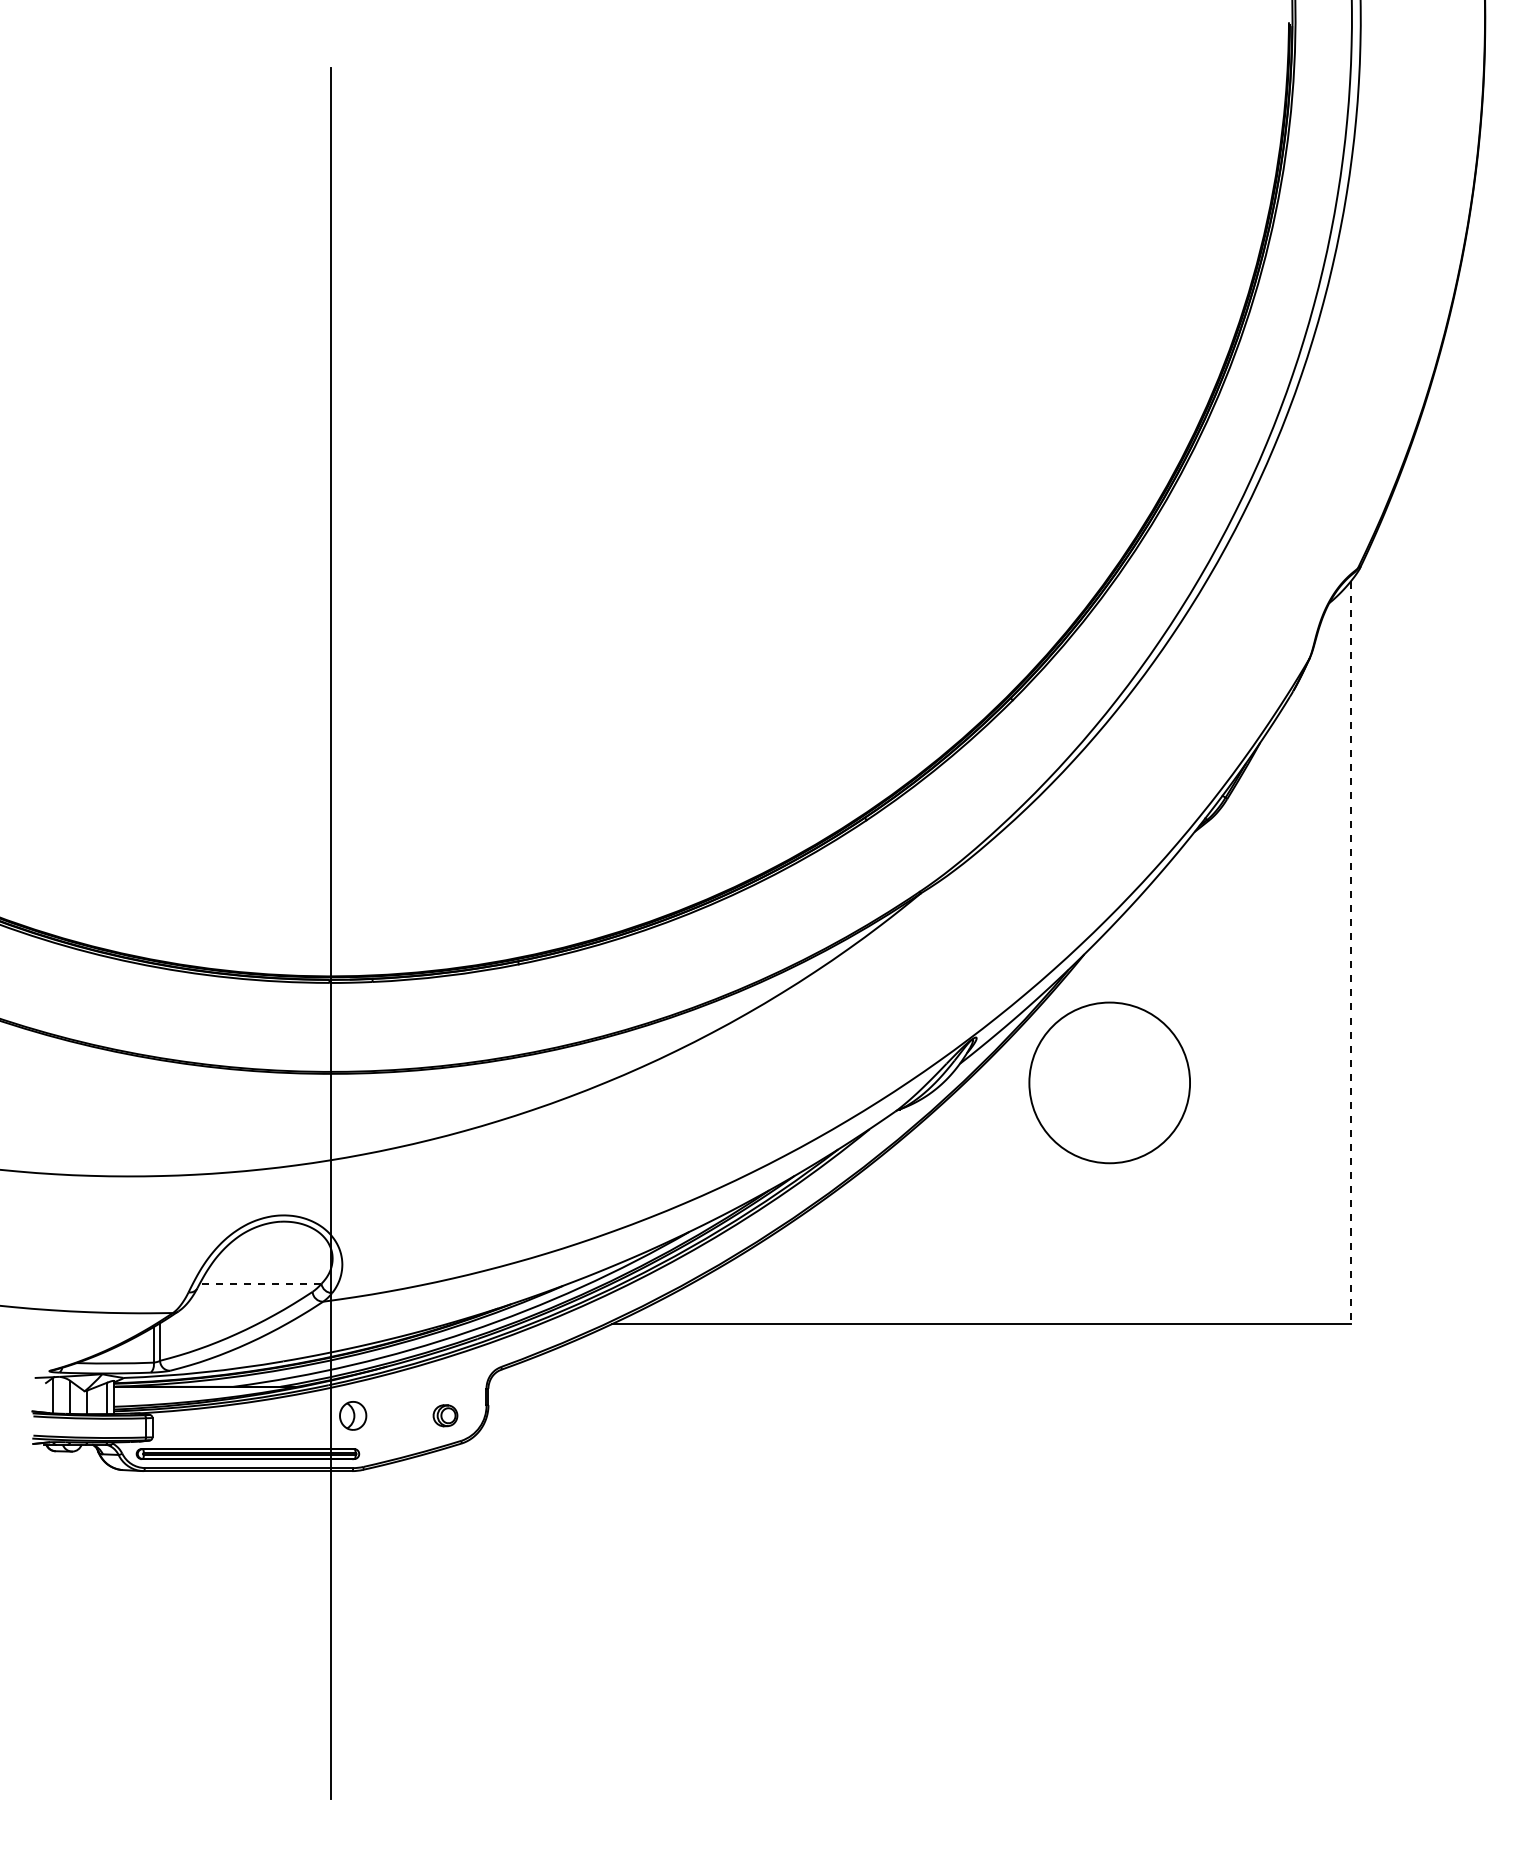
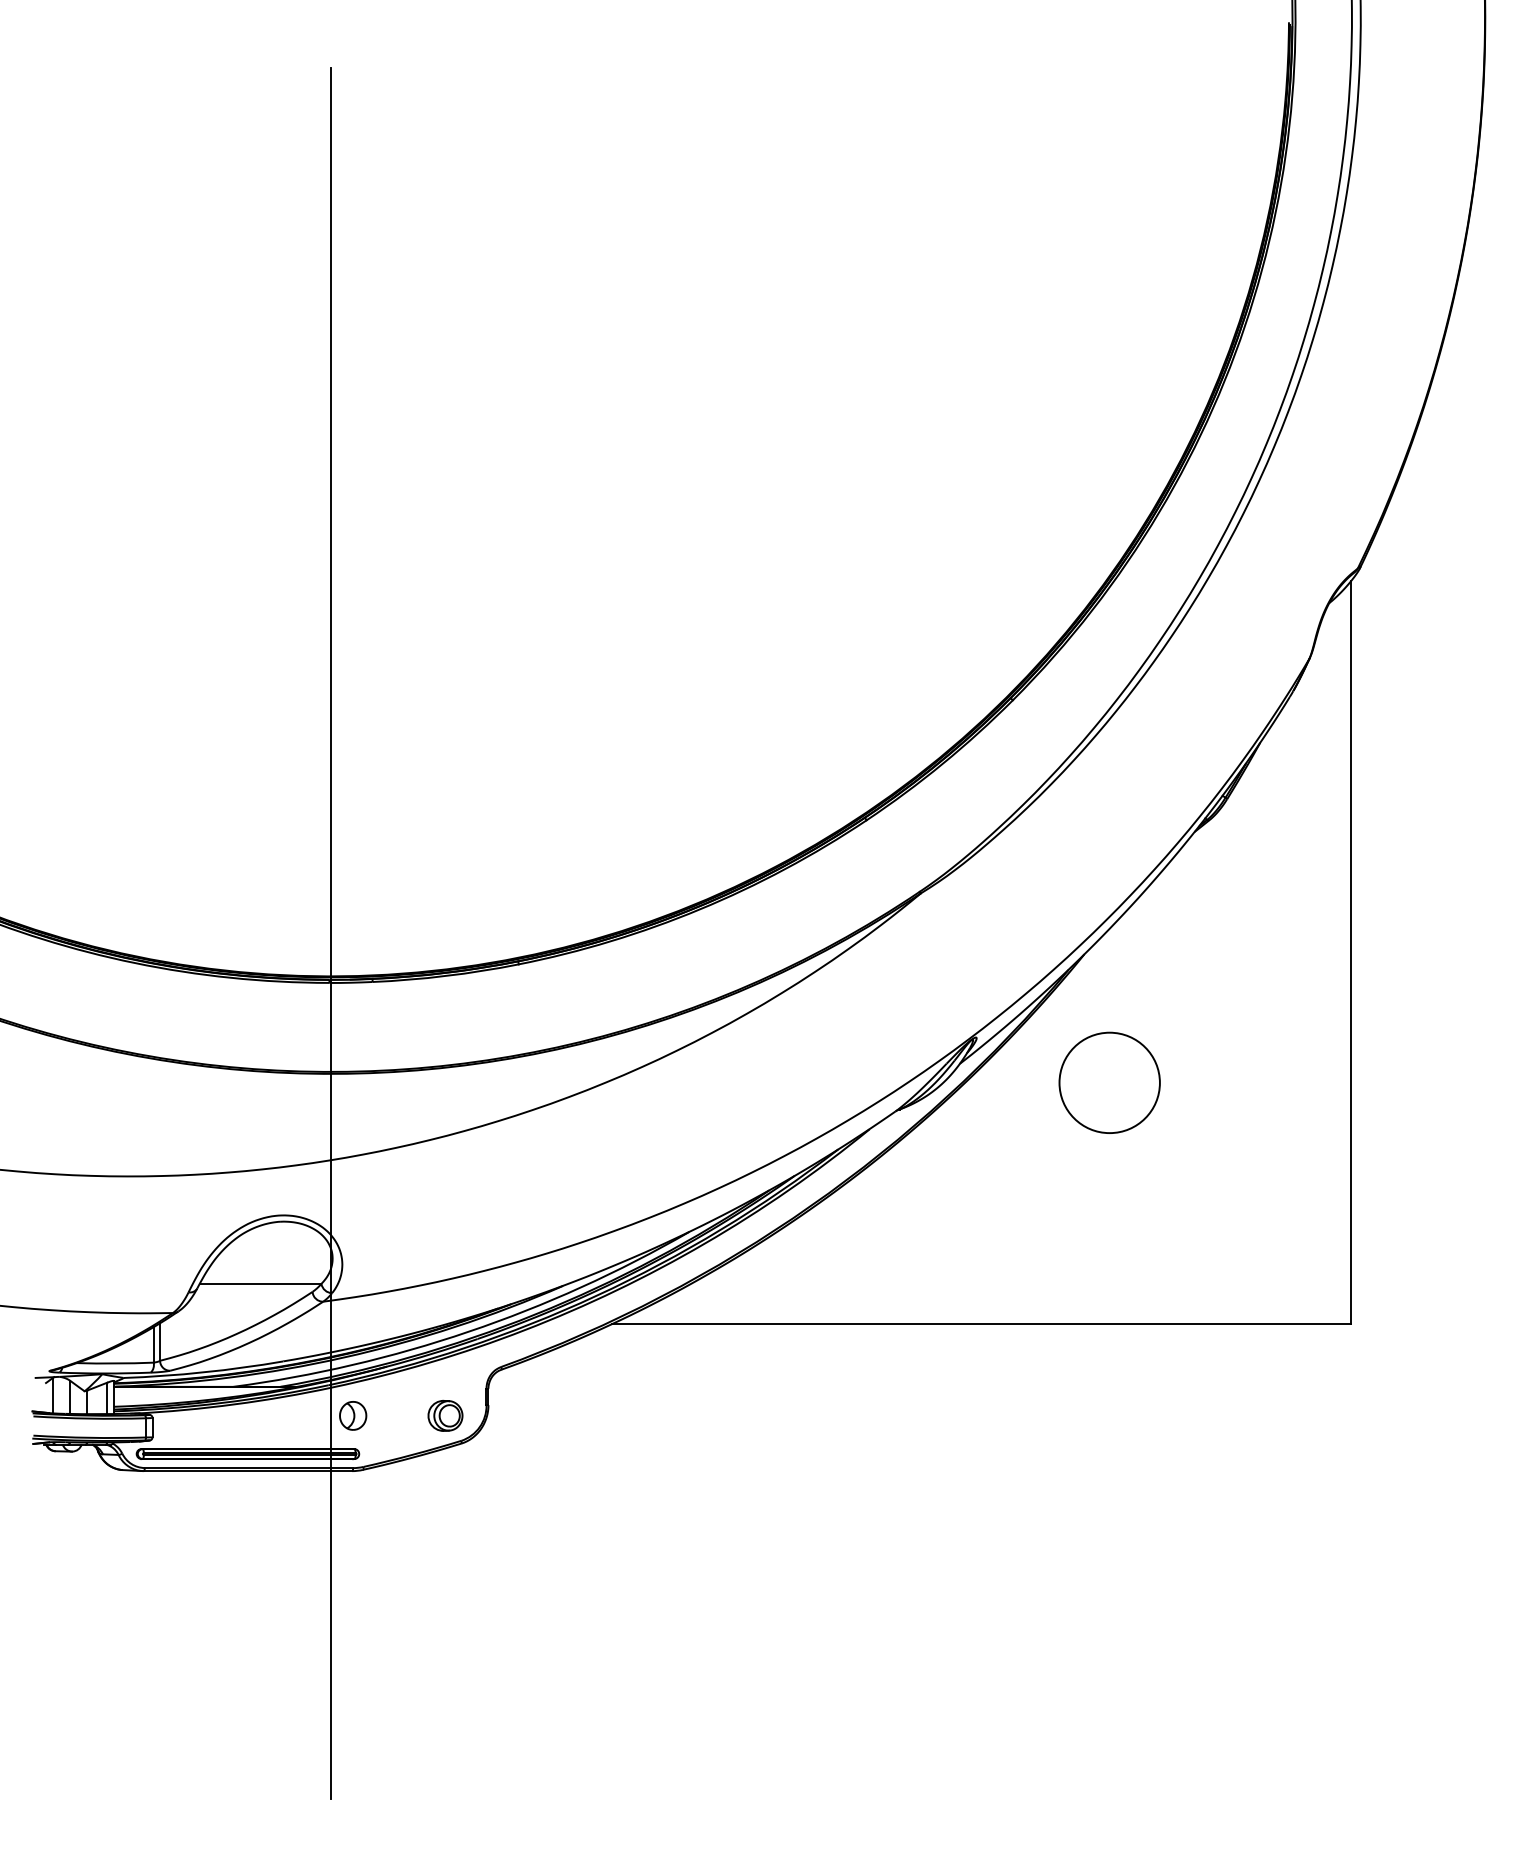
line at (1350, 953): dashed -> solid
circle at (1109, 1082) diameter: 161 px -> 100 px
line at (260, 1283): dashed -> solid
part at (445, 1415) size: 27x24 px -> 37x33 px
